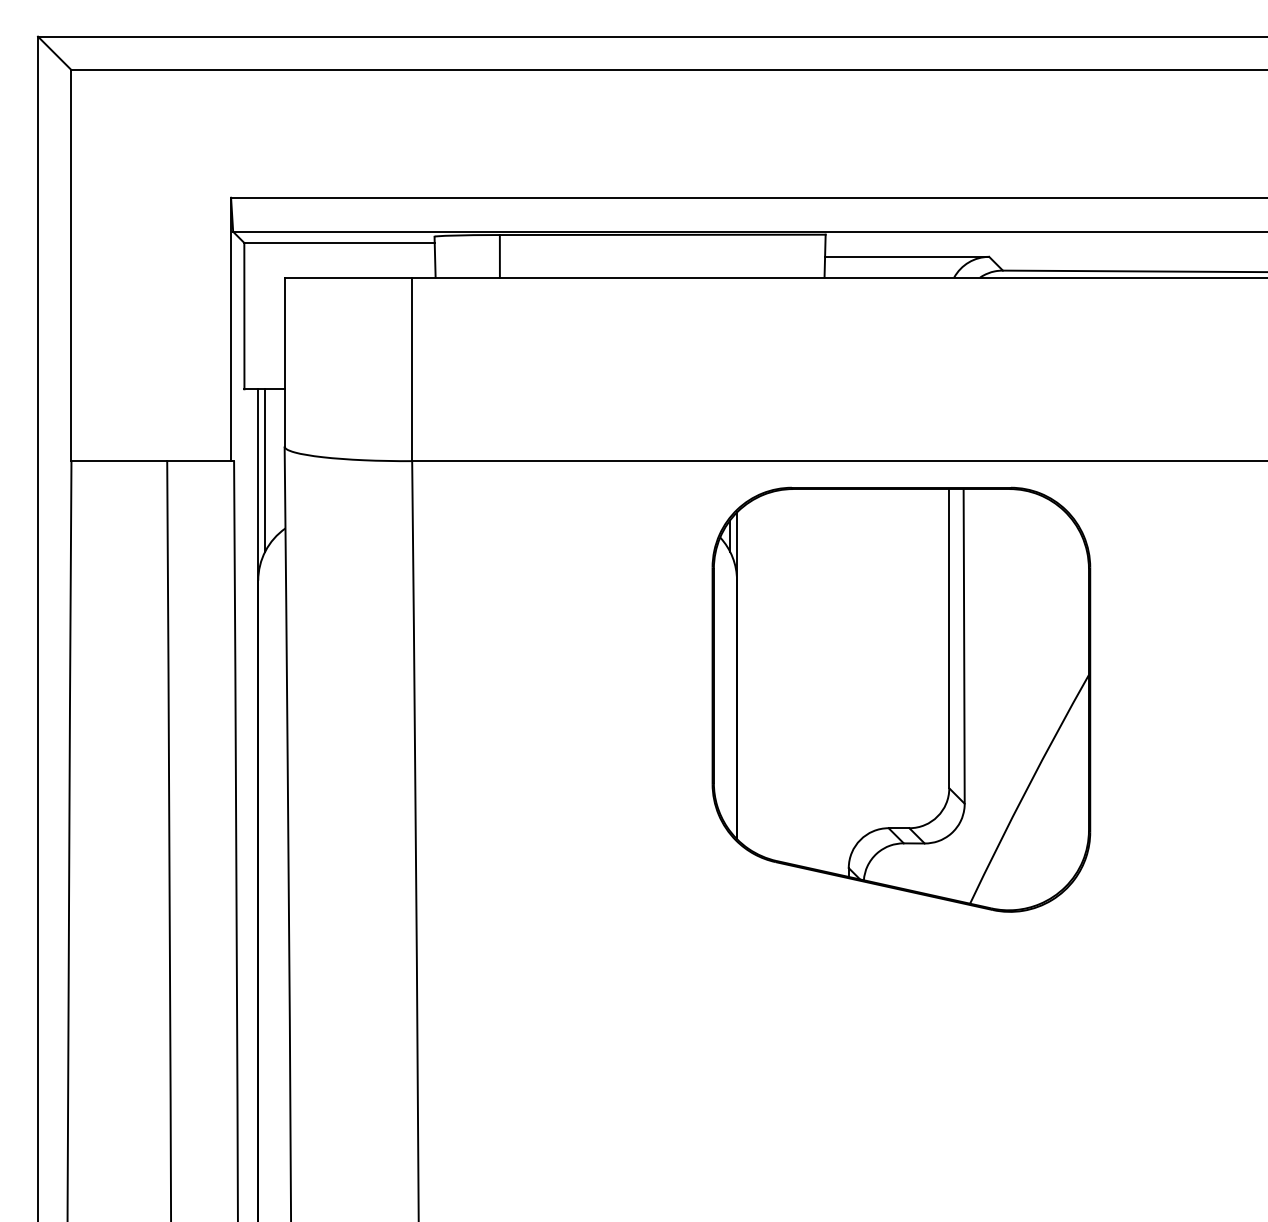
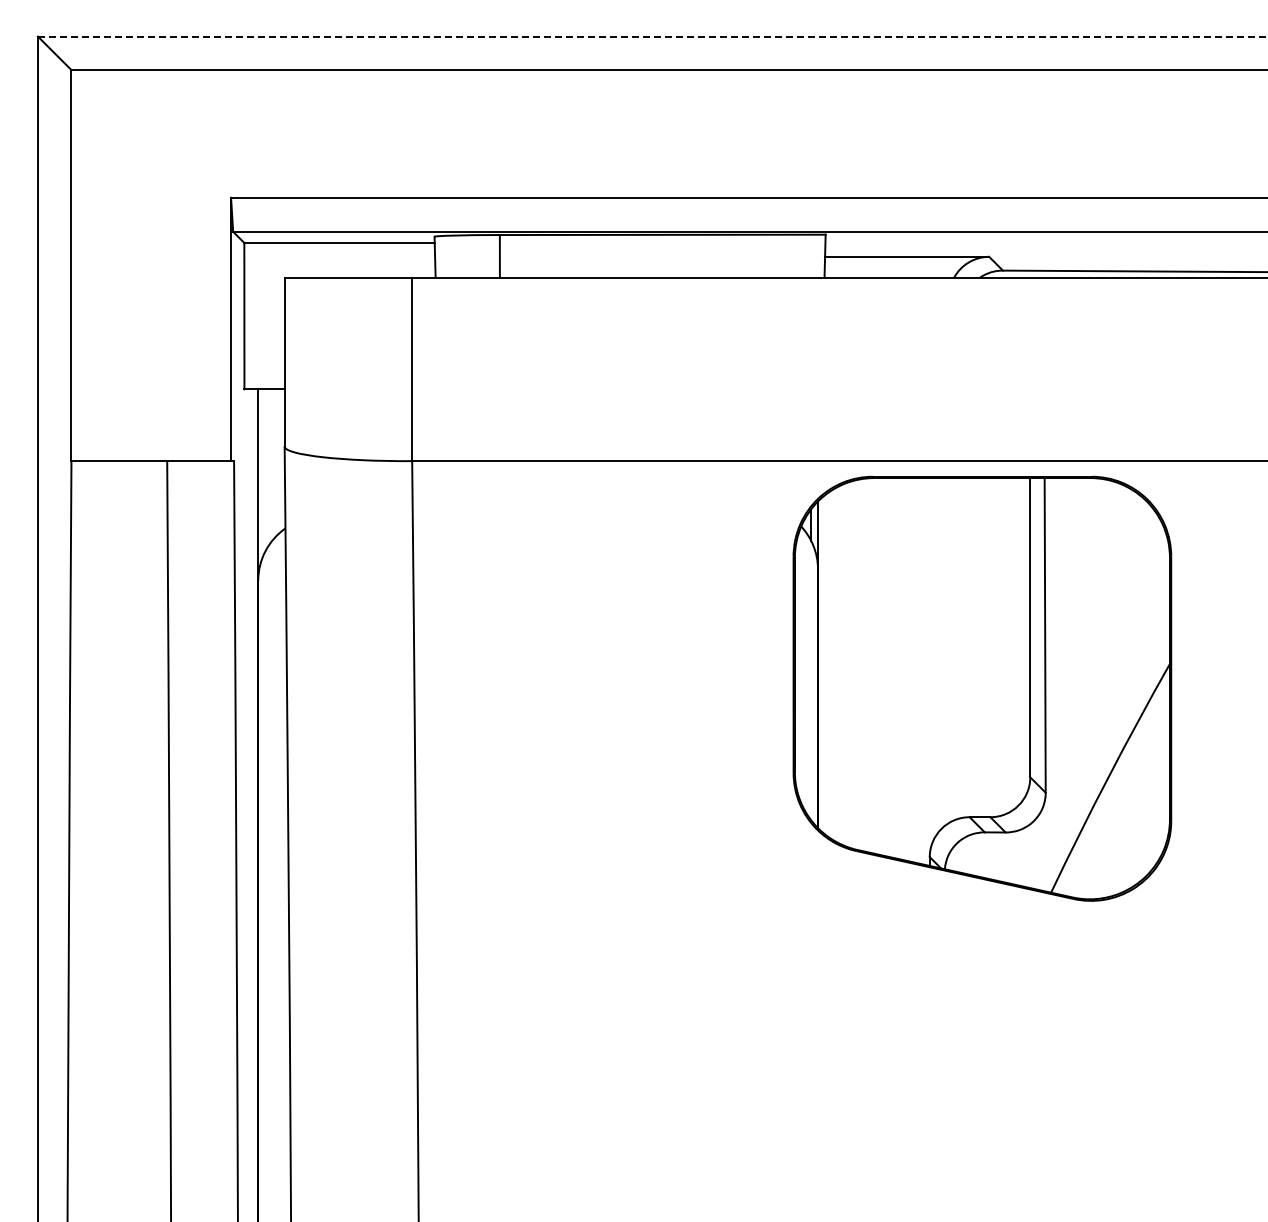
line at (653, 36): solid -> dashed
line at (265, 470): present -> none
part at (901, 699) position: (901, 699) -> (982, 688)
